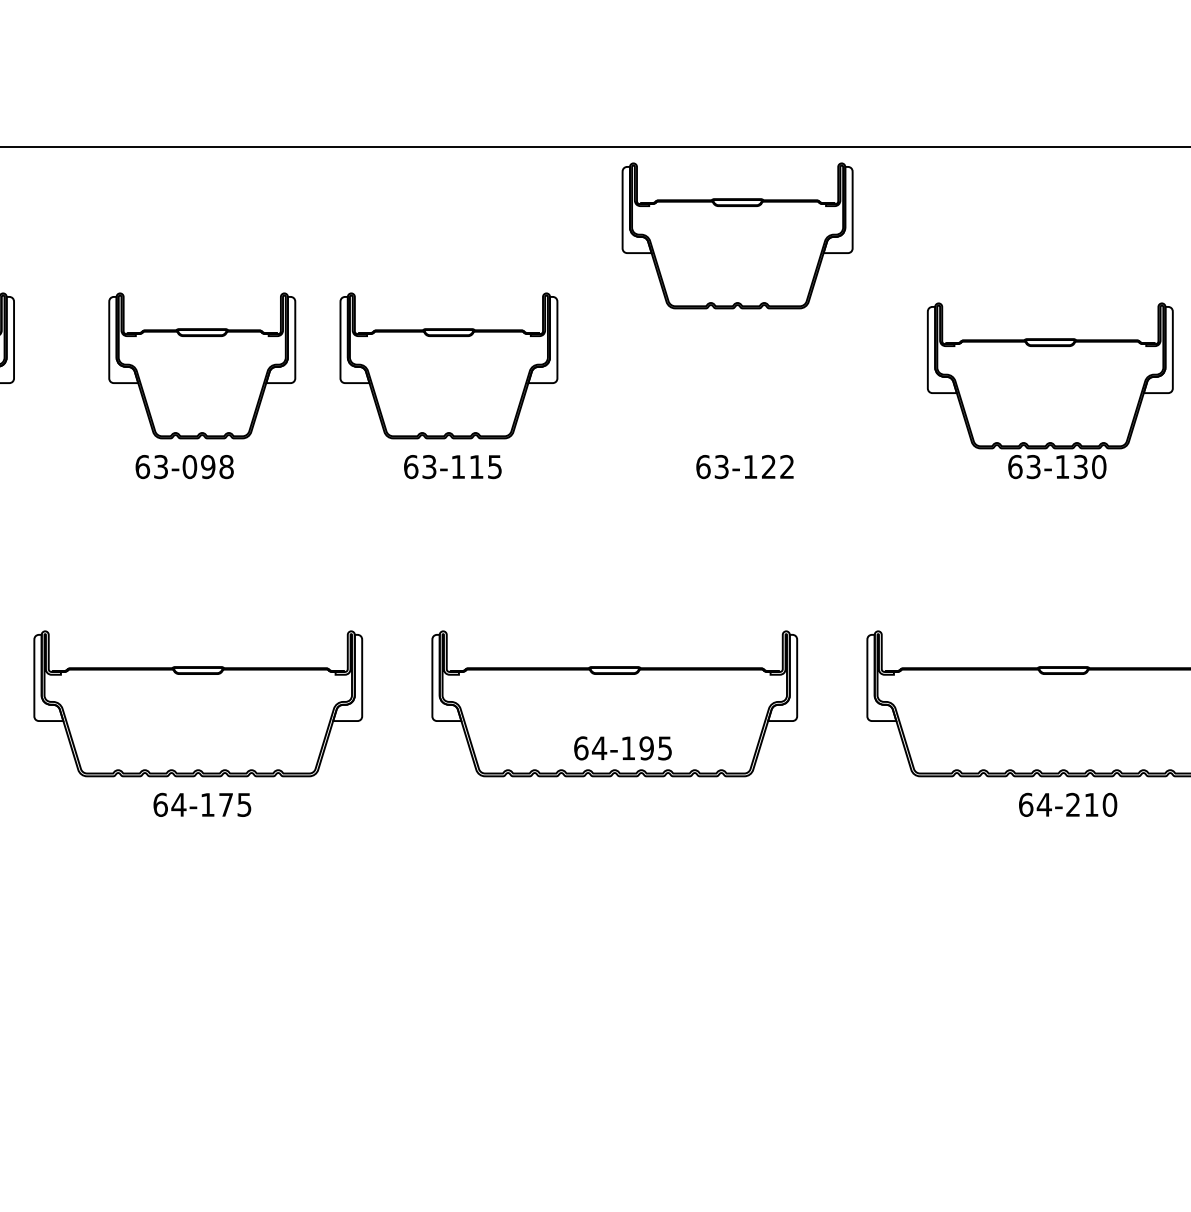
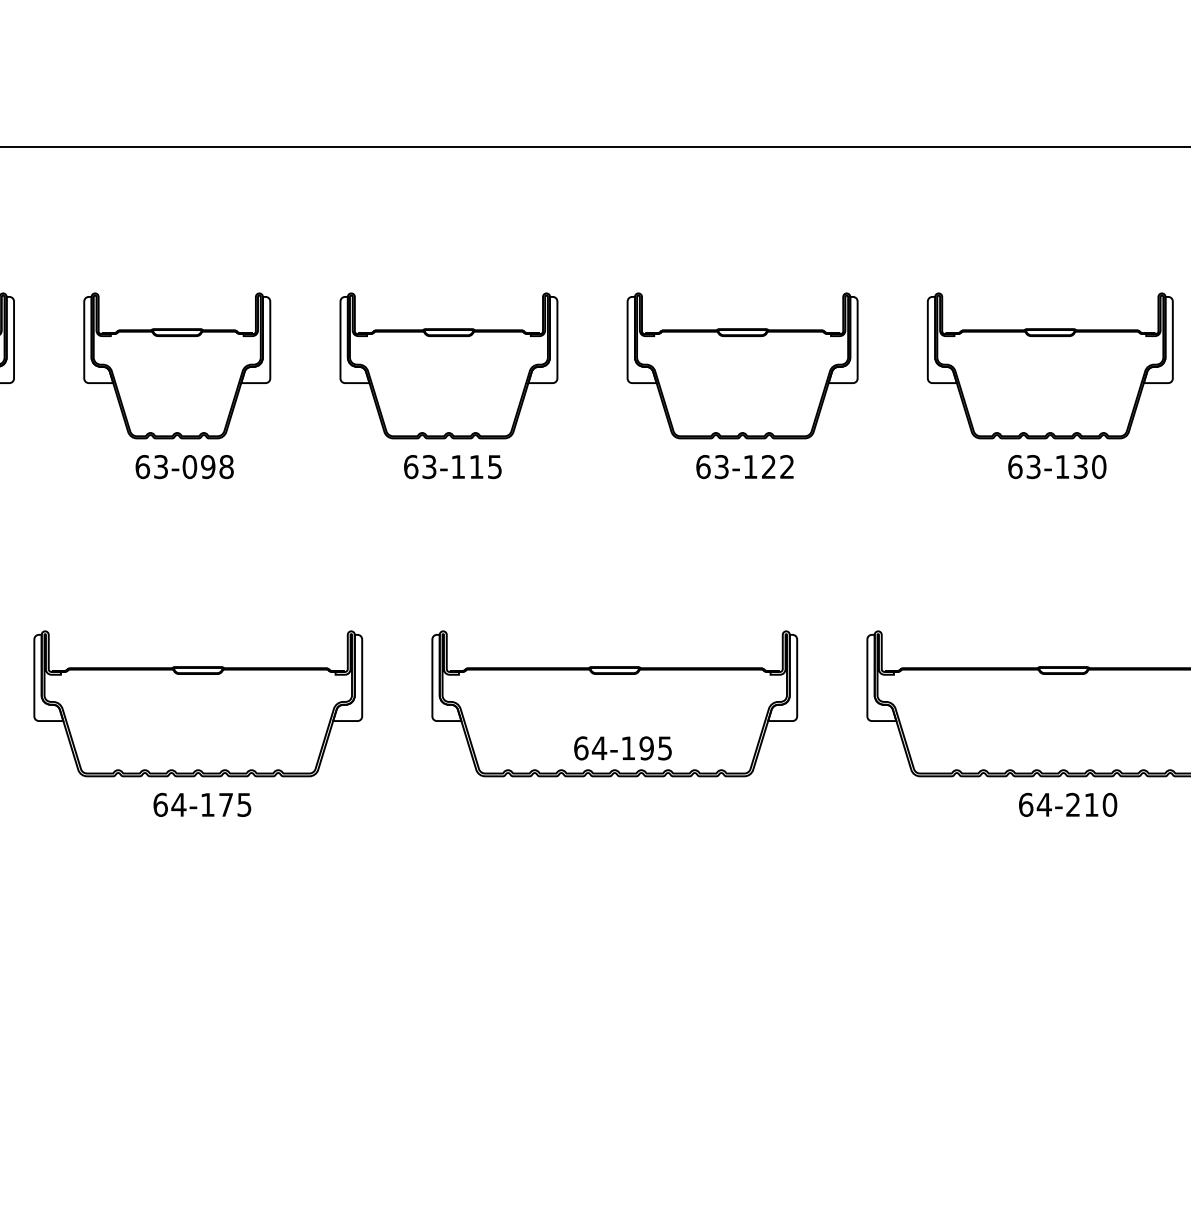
part at (737, 235) position: (737, 235) -> (742, 365)
part at (202, 365) position: (202, 365) -> (177, 365)
part at (1050, 375) position: (1050, 375) -> (1050, 365)
